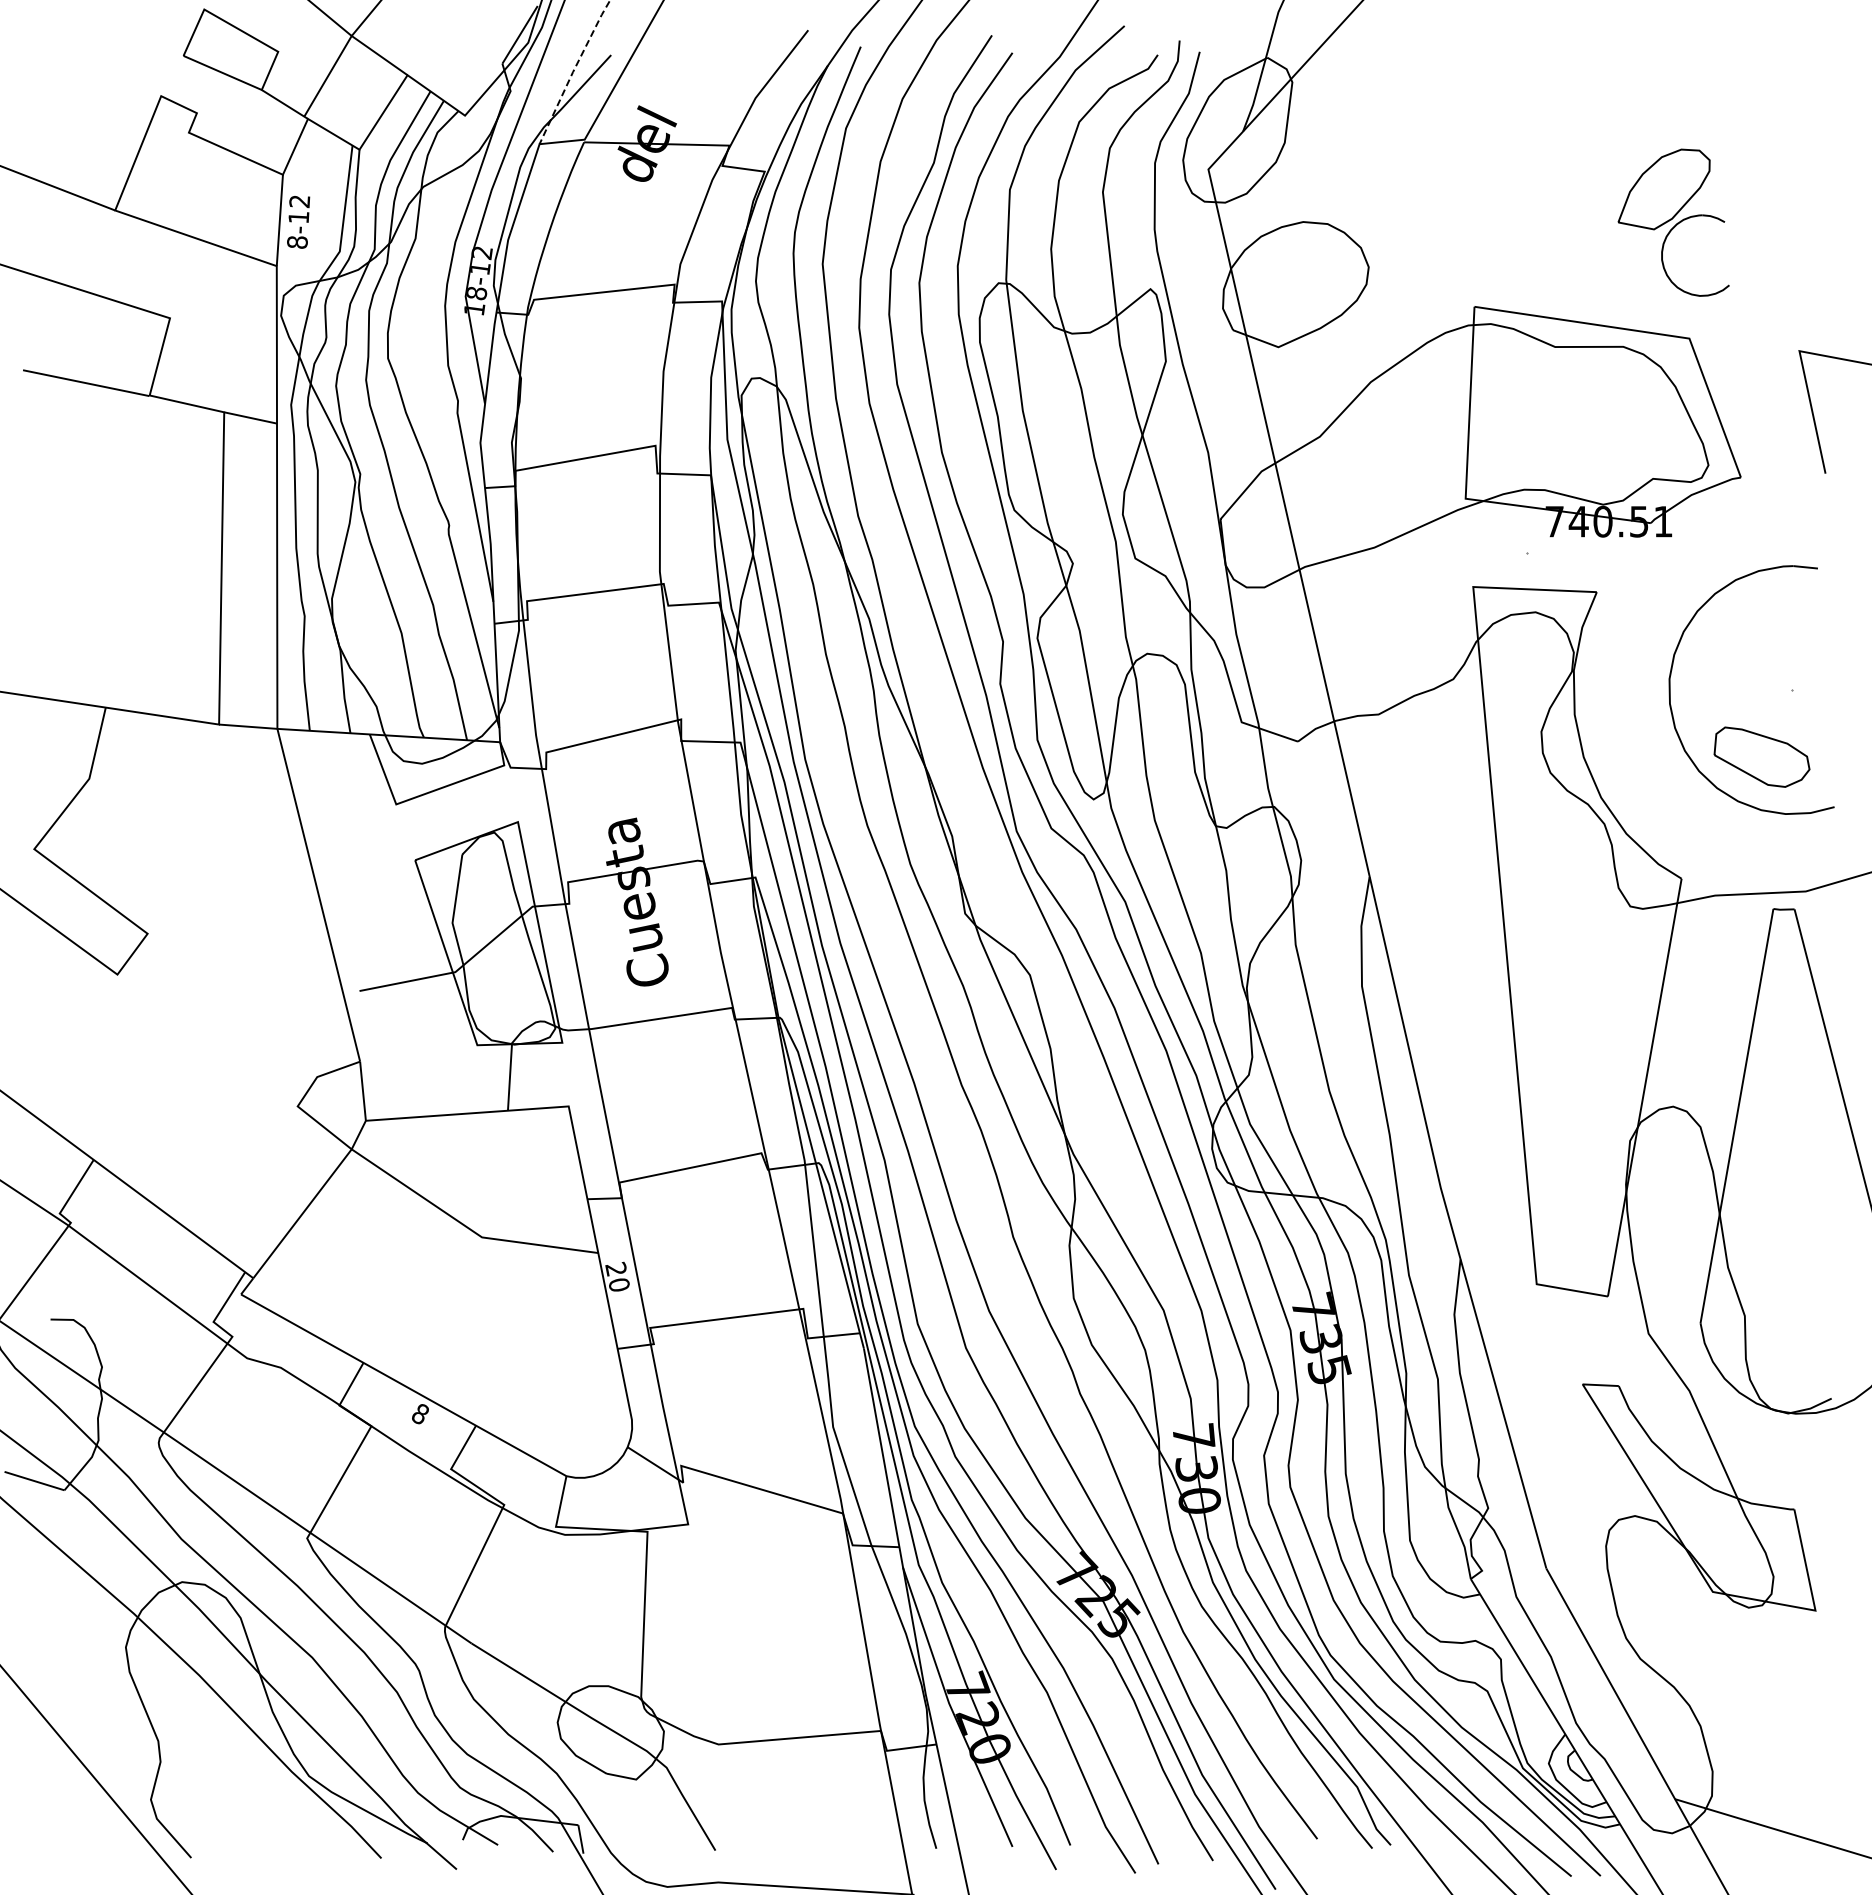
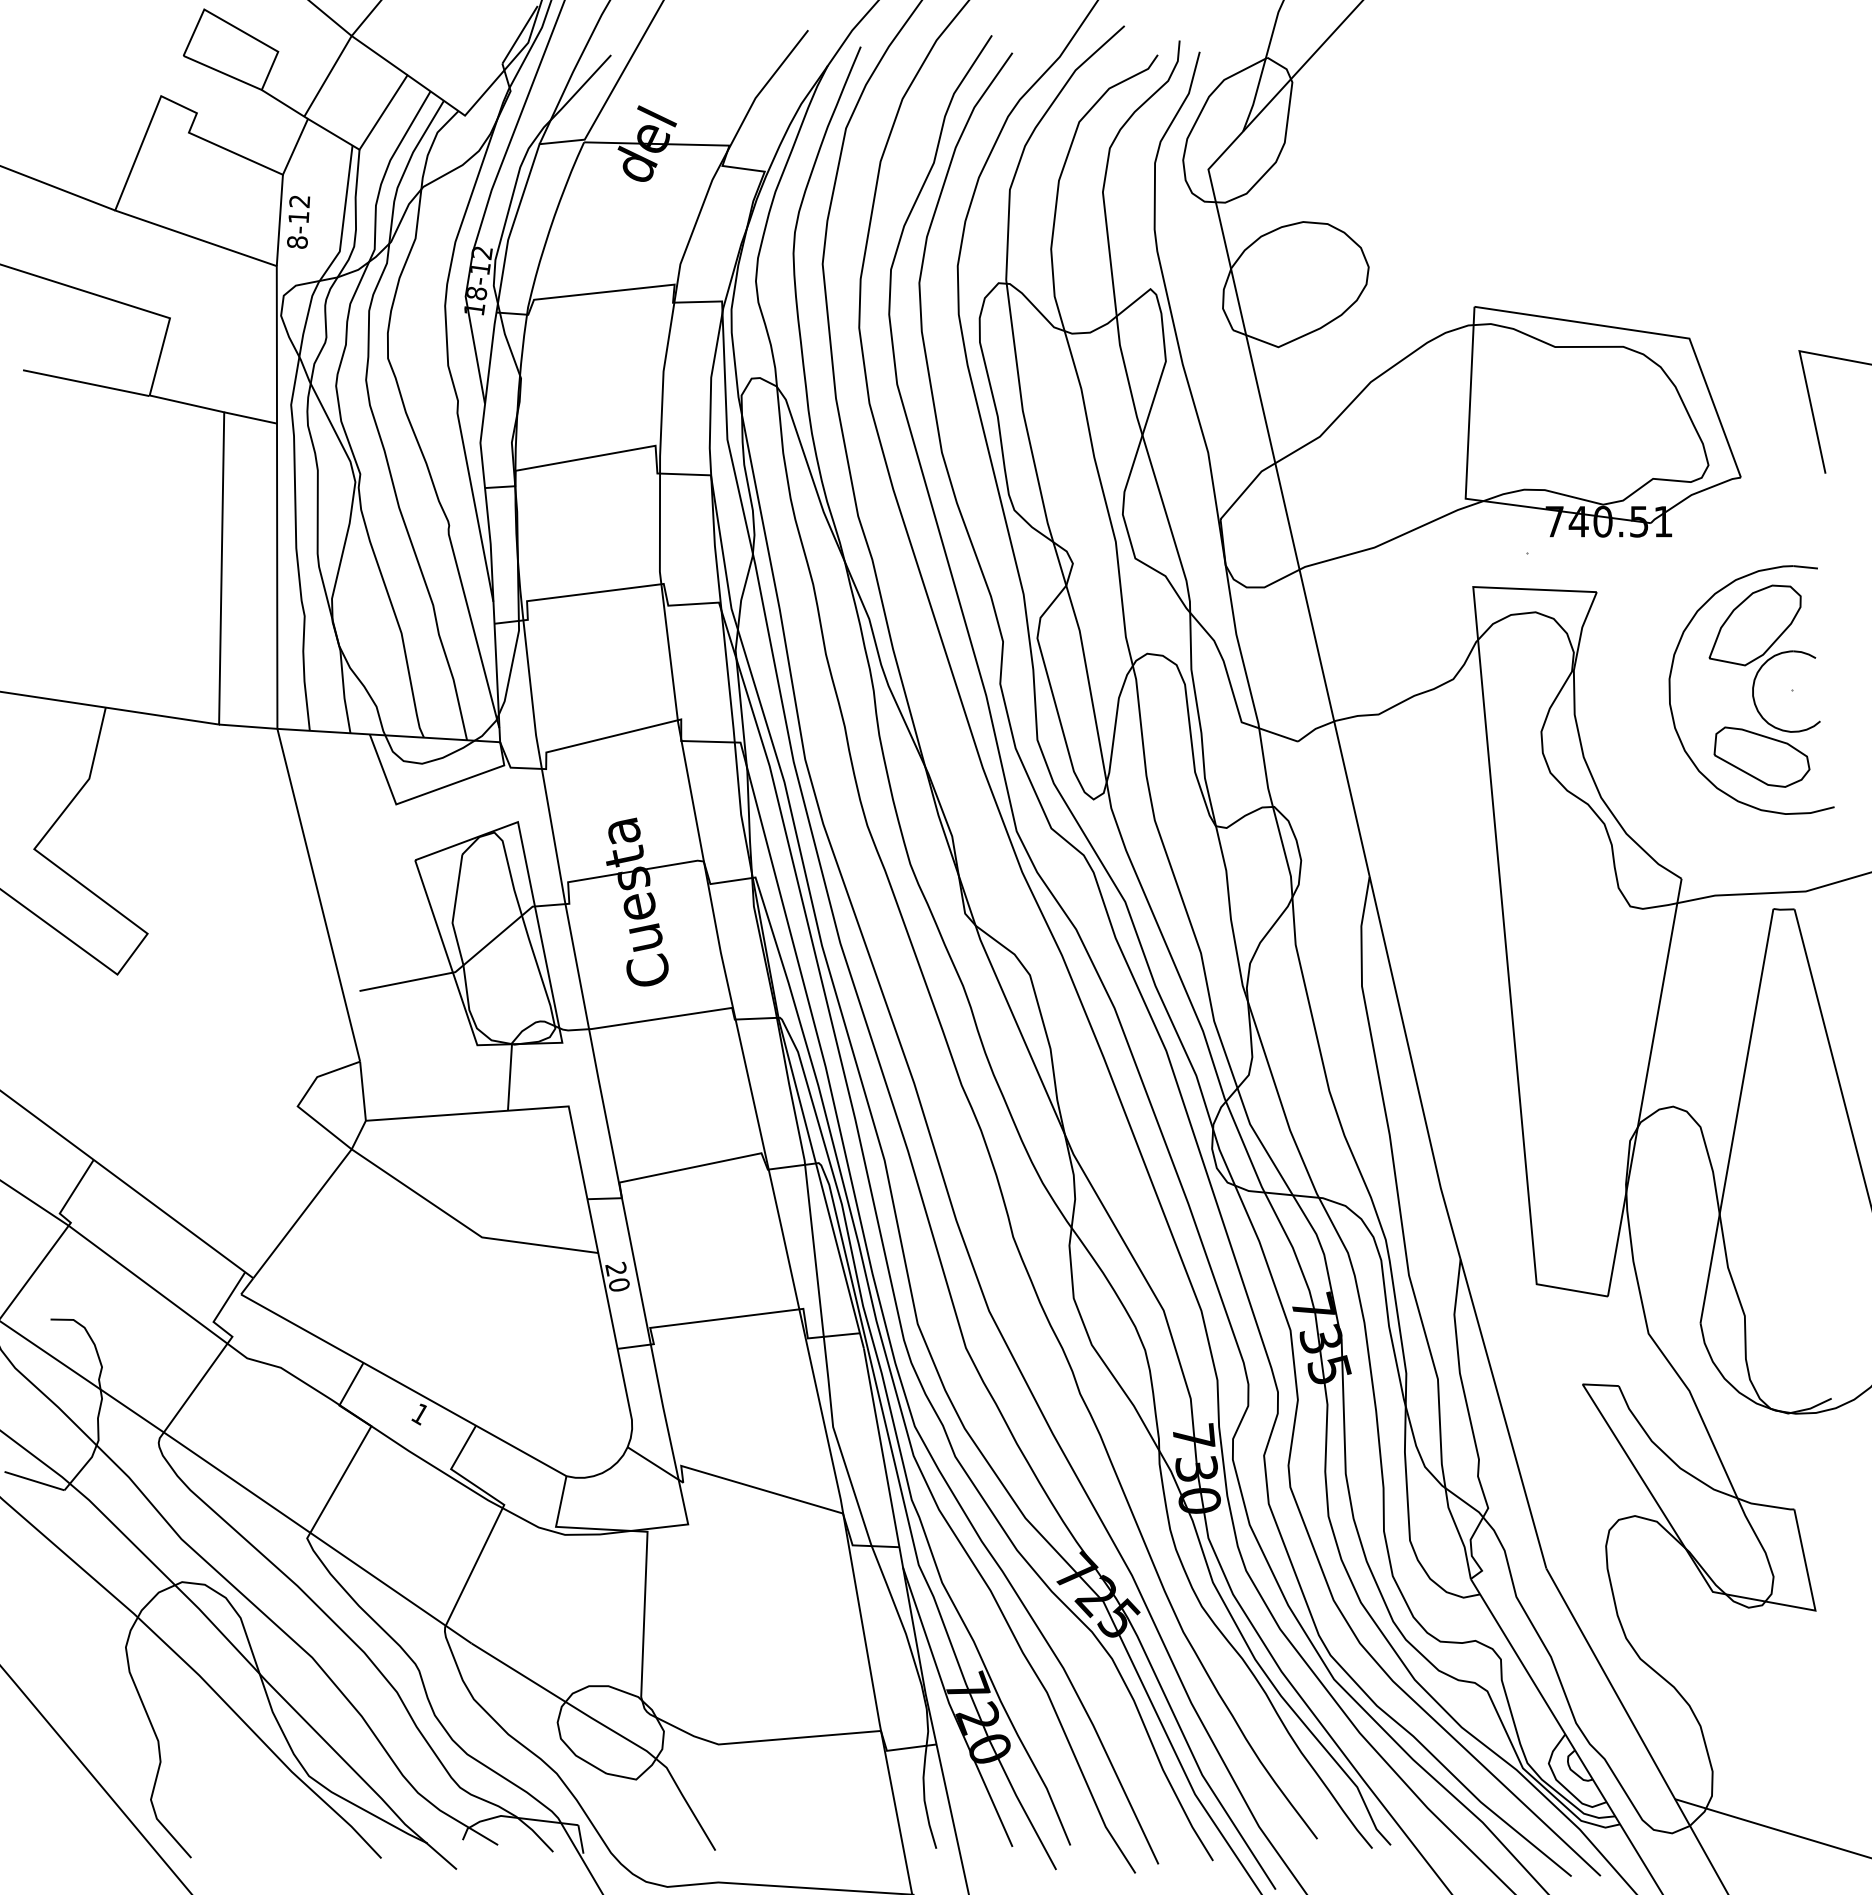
line at (573, 71): dashed -> solid
part at (1673, 222) position: (1673, 222) -> (1764, 658)
text at (419, 1414): 8 -> 1
